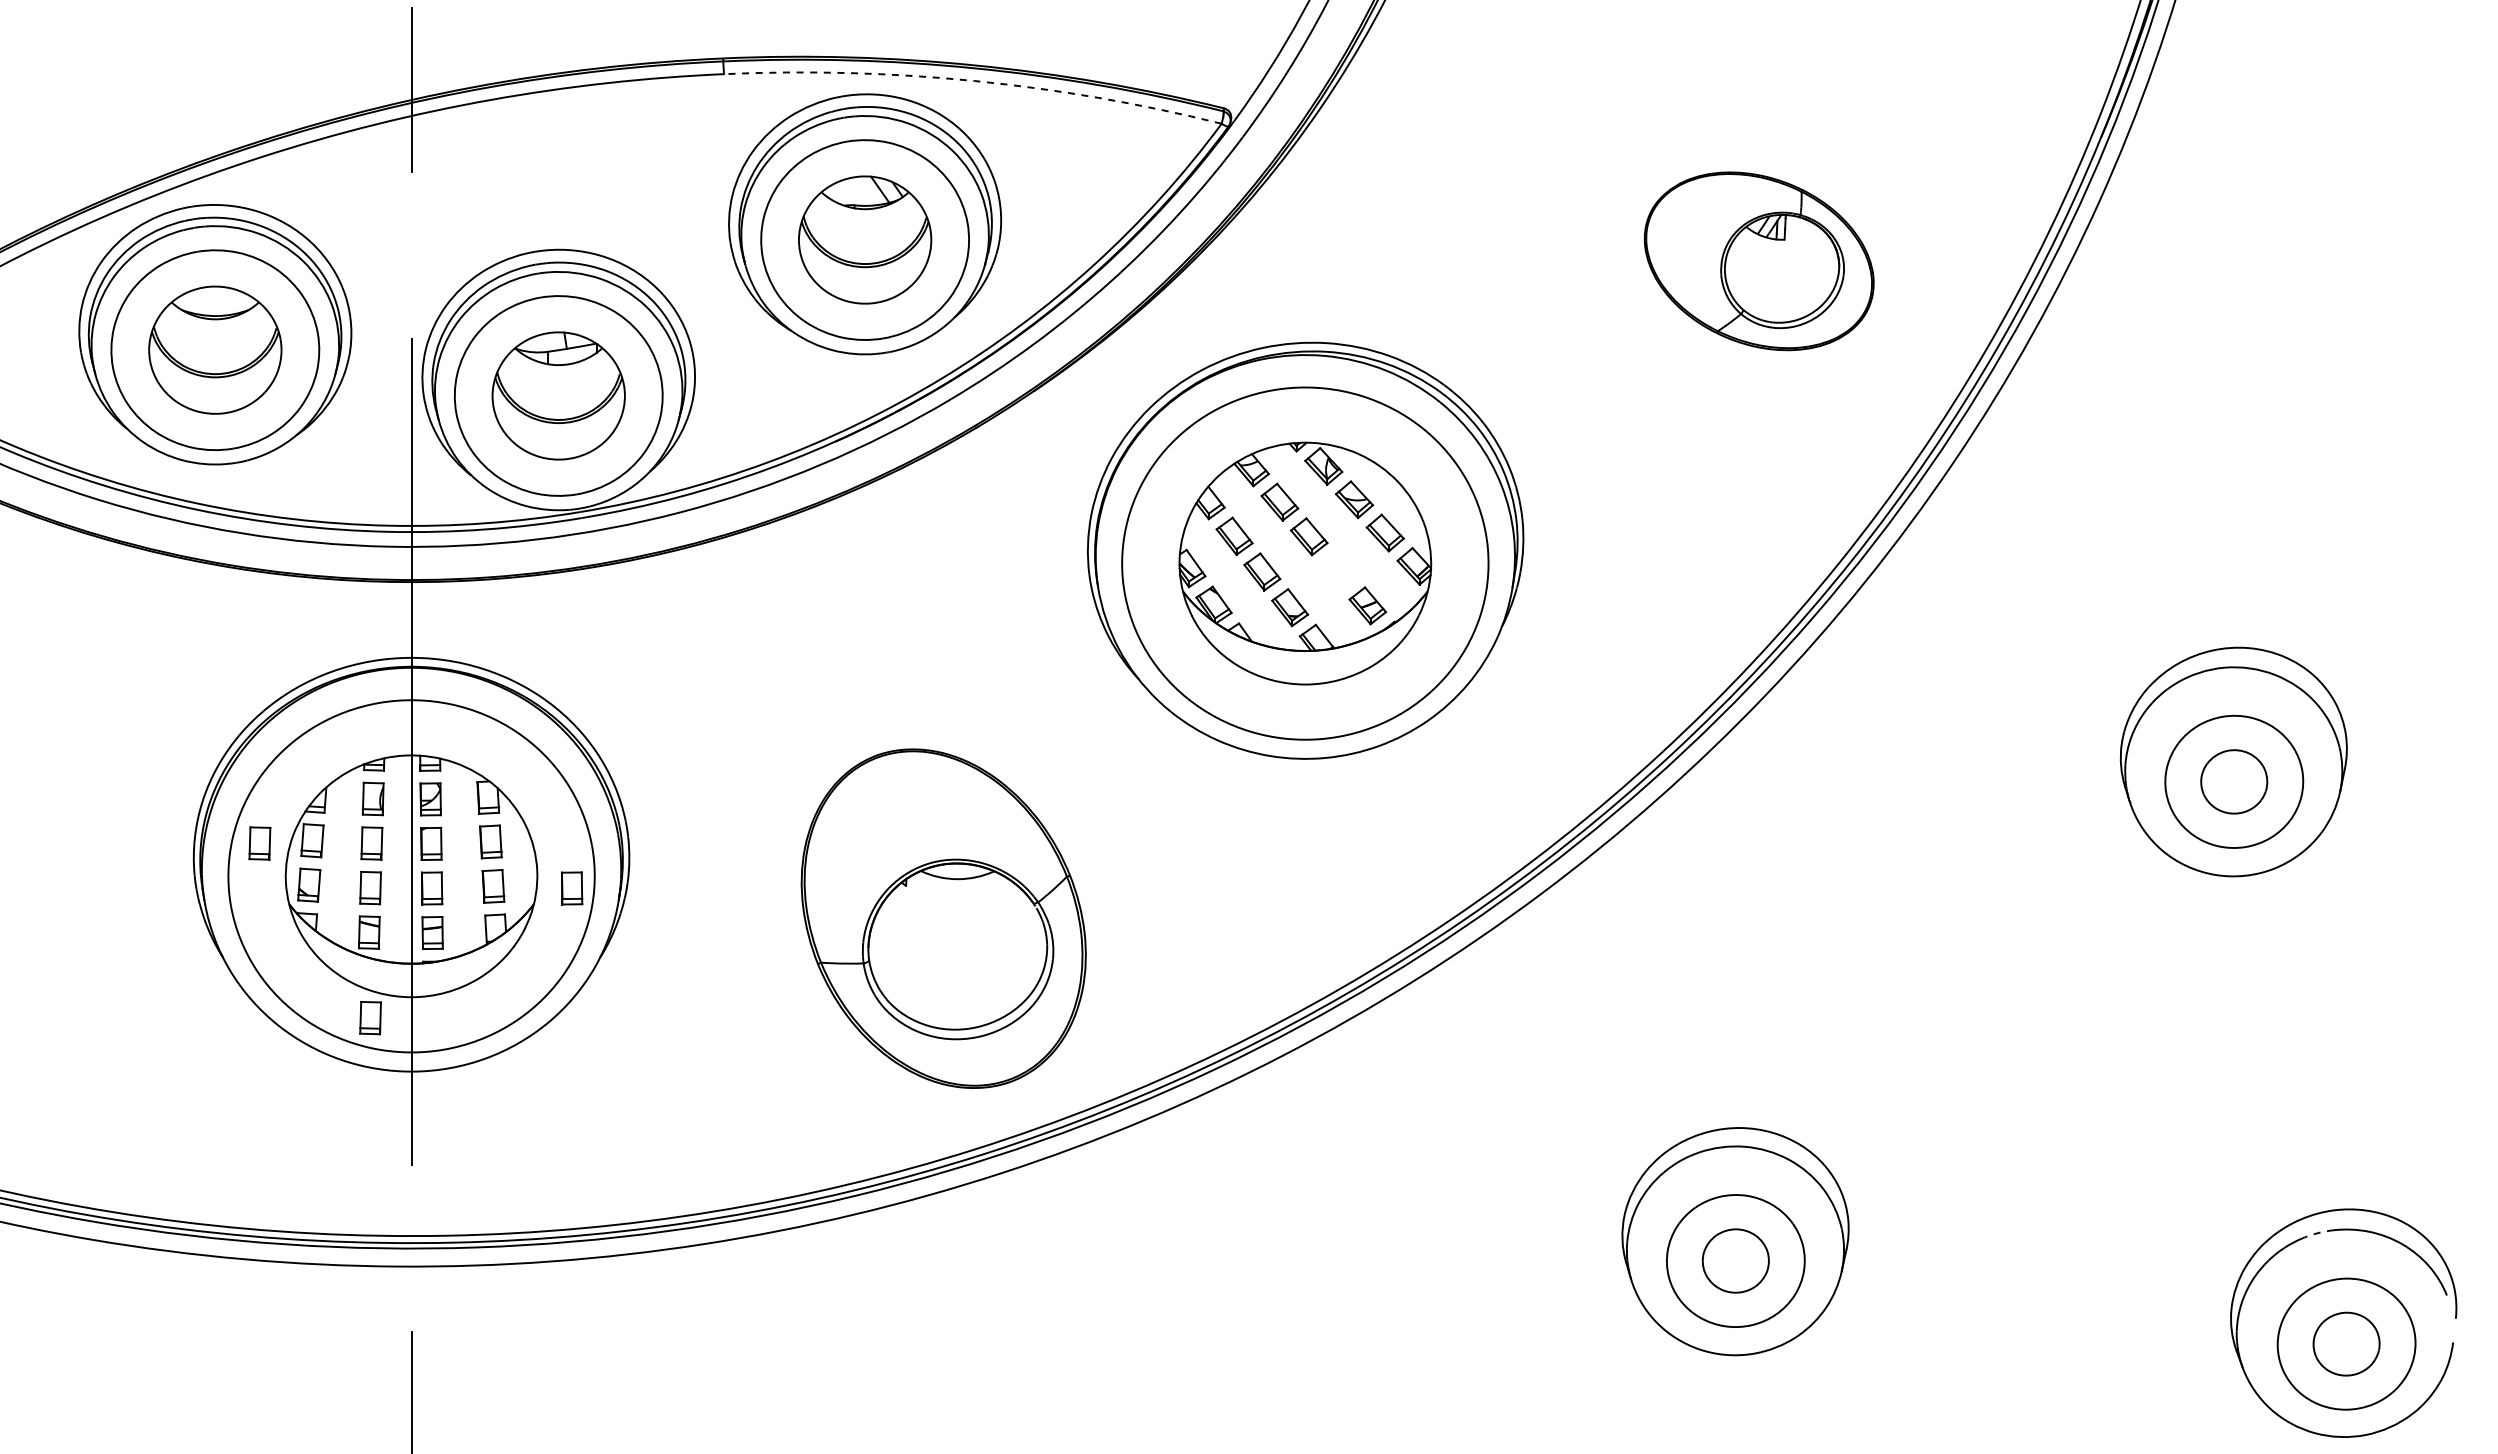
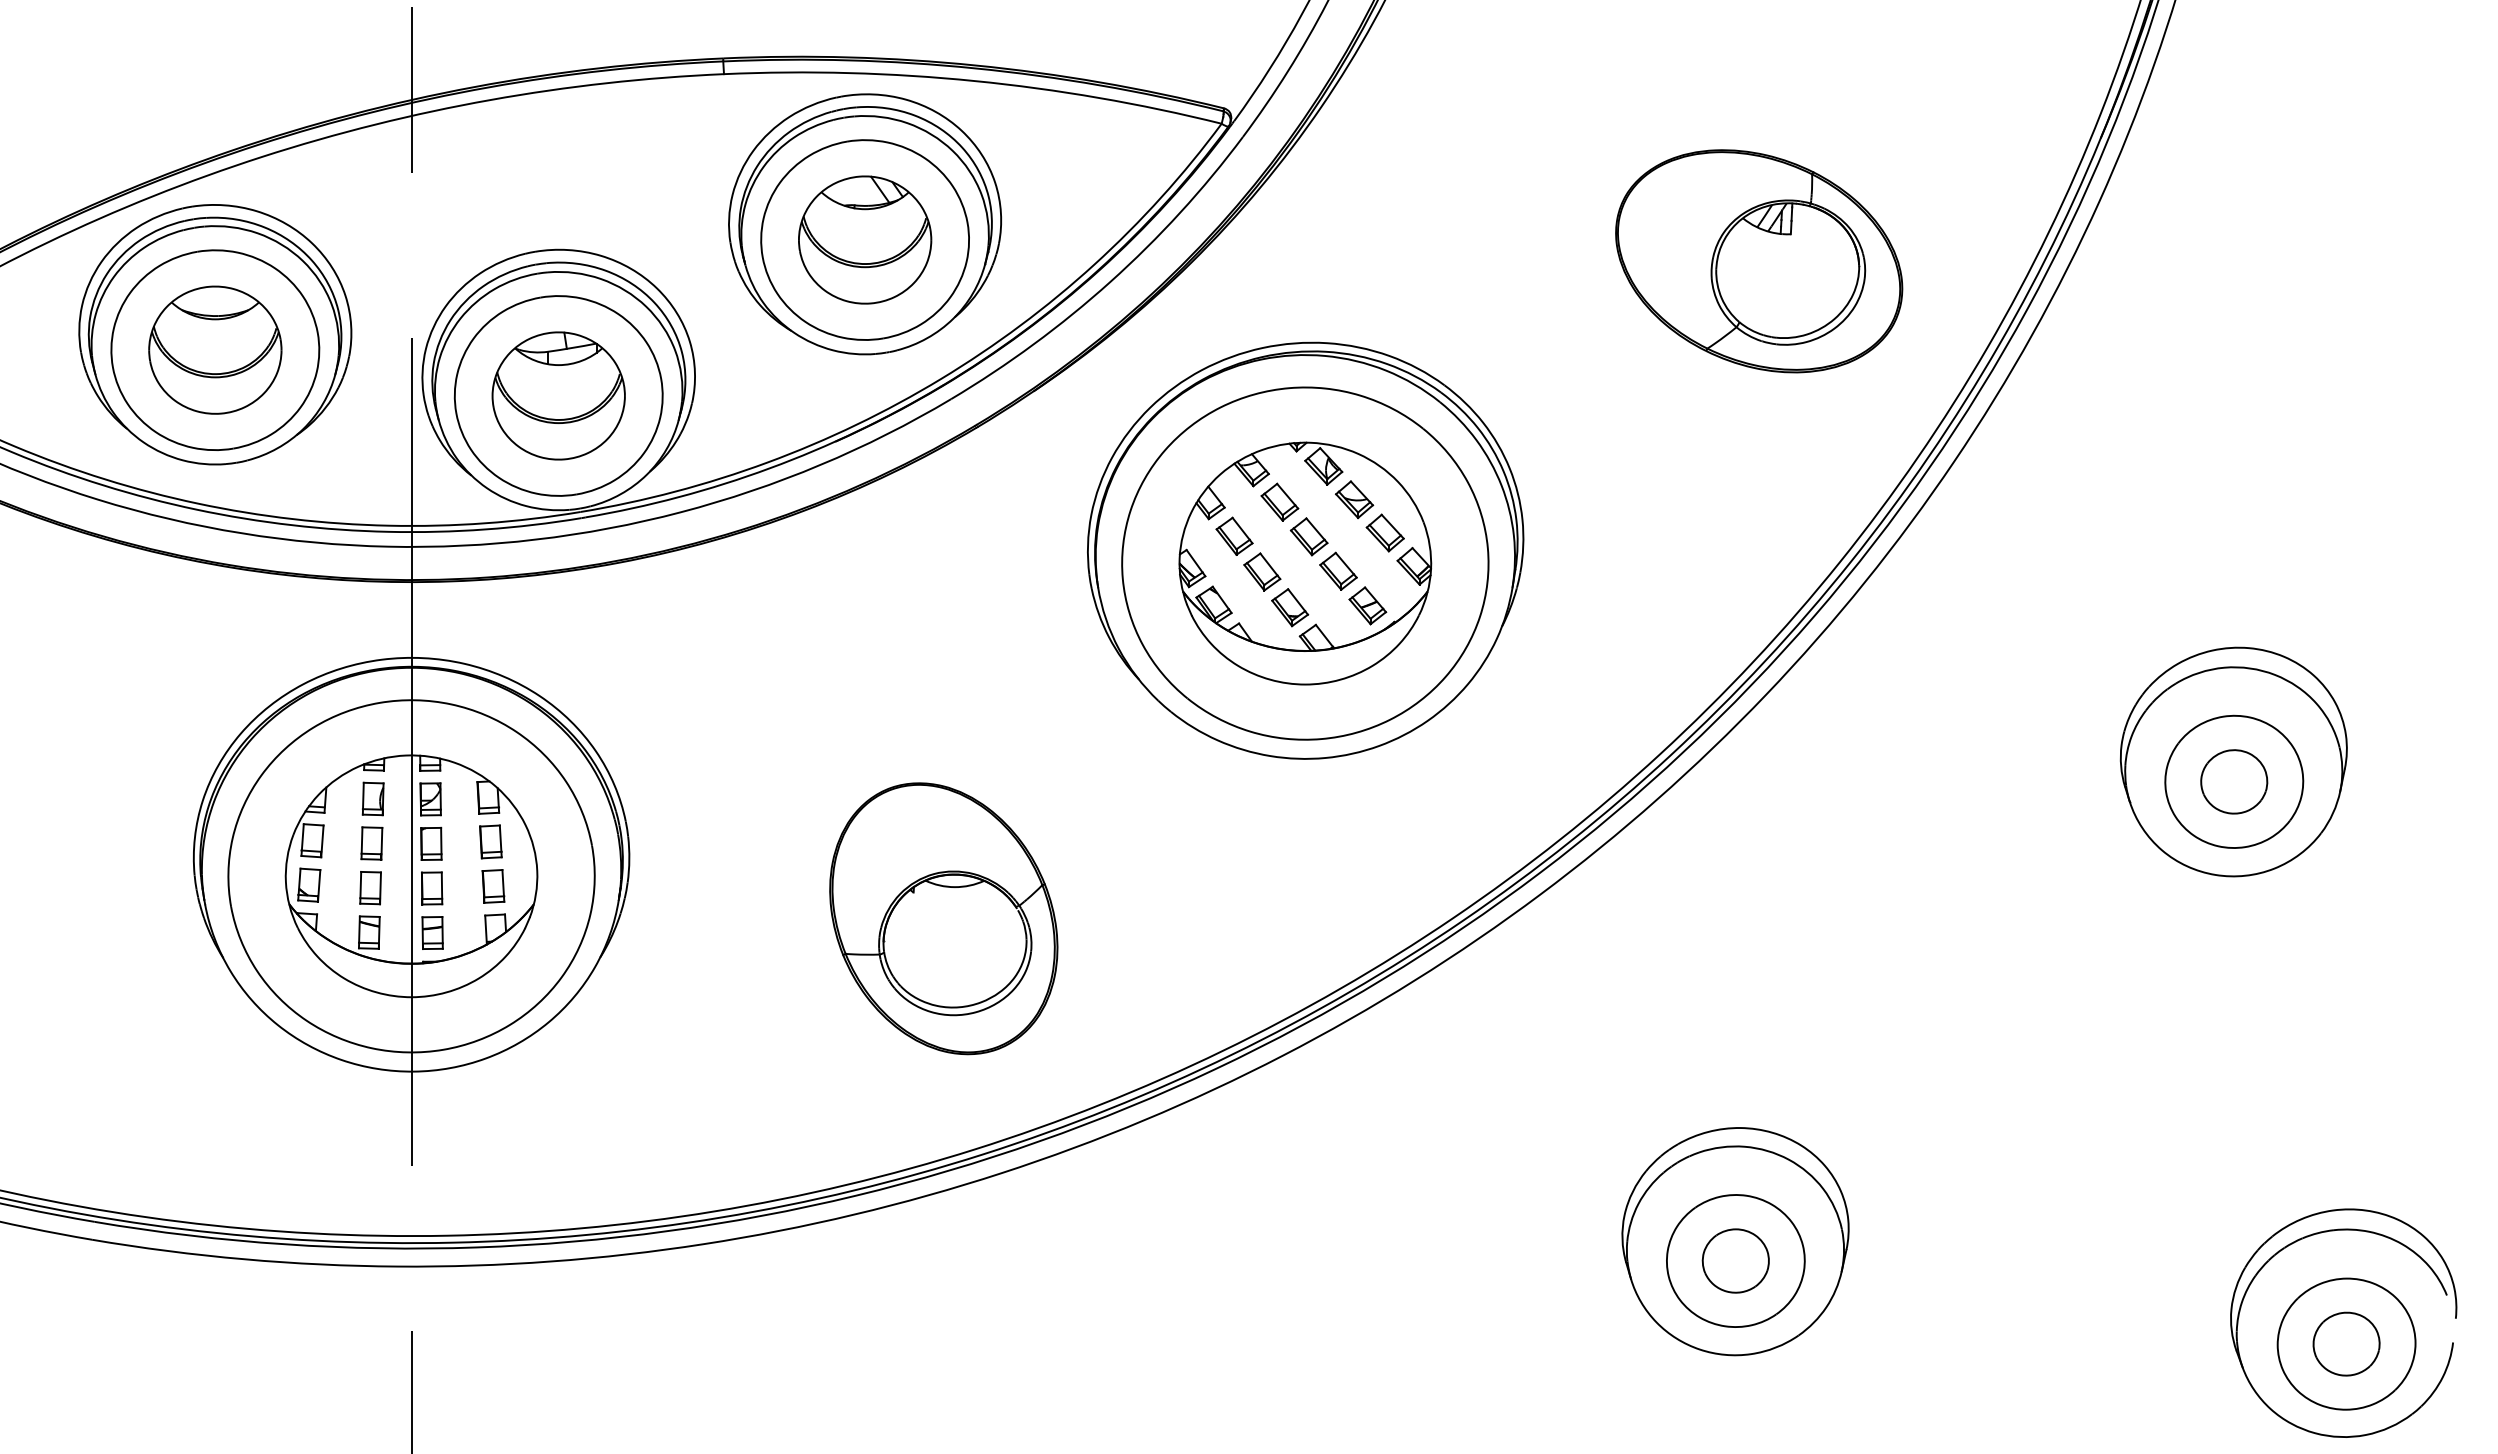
arc at (974, 81): dashed -> solid
part at (1758, 261) size: 232x181 px -> 289x225 px
part at (1338, 570): none -> present
part at (259, 843): present -> none
part at (572, 888): present -> none
part at (943, 918) size: 287x341 px -> 230x274 px
part at (370, 1018): present -> none
arc at (2317, 1233): dashed -> solid
